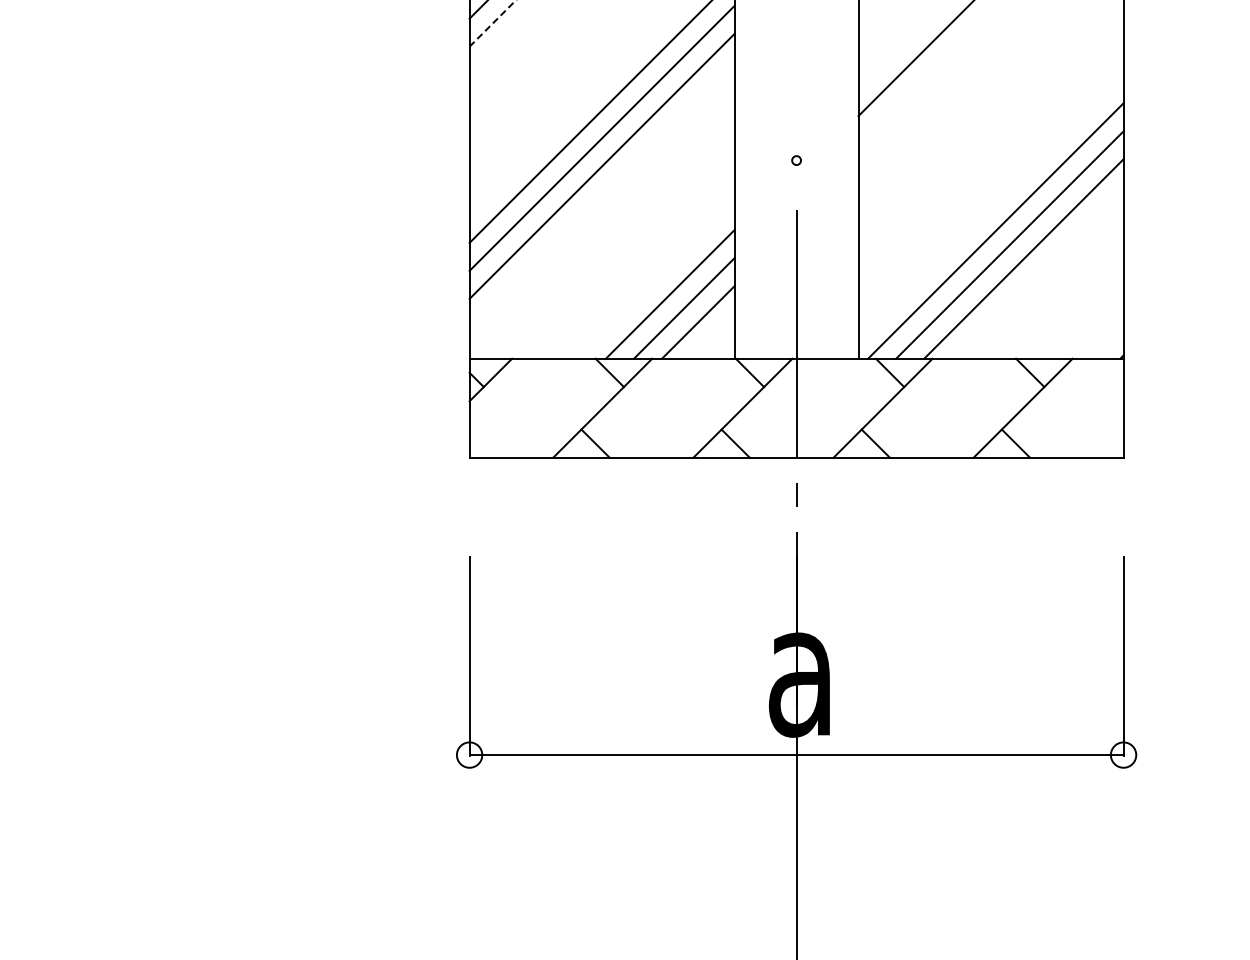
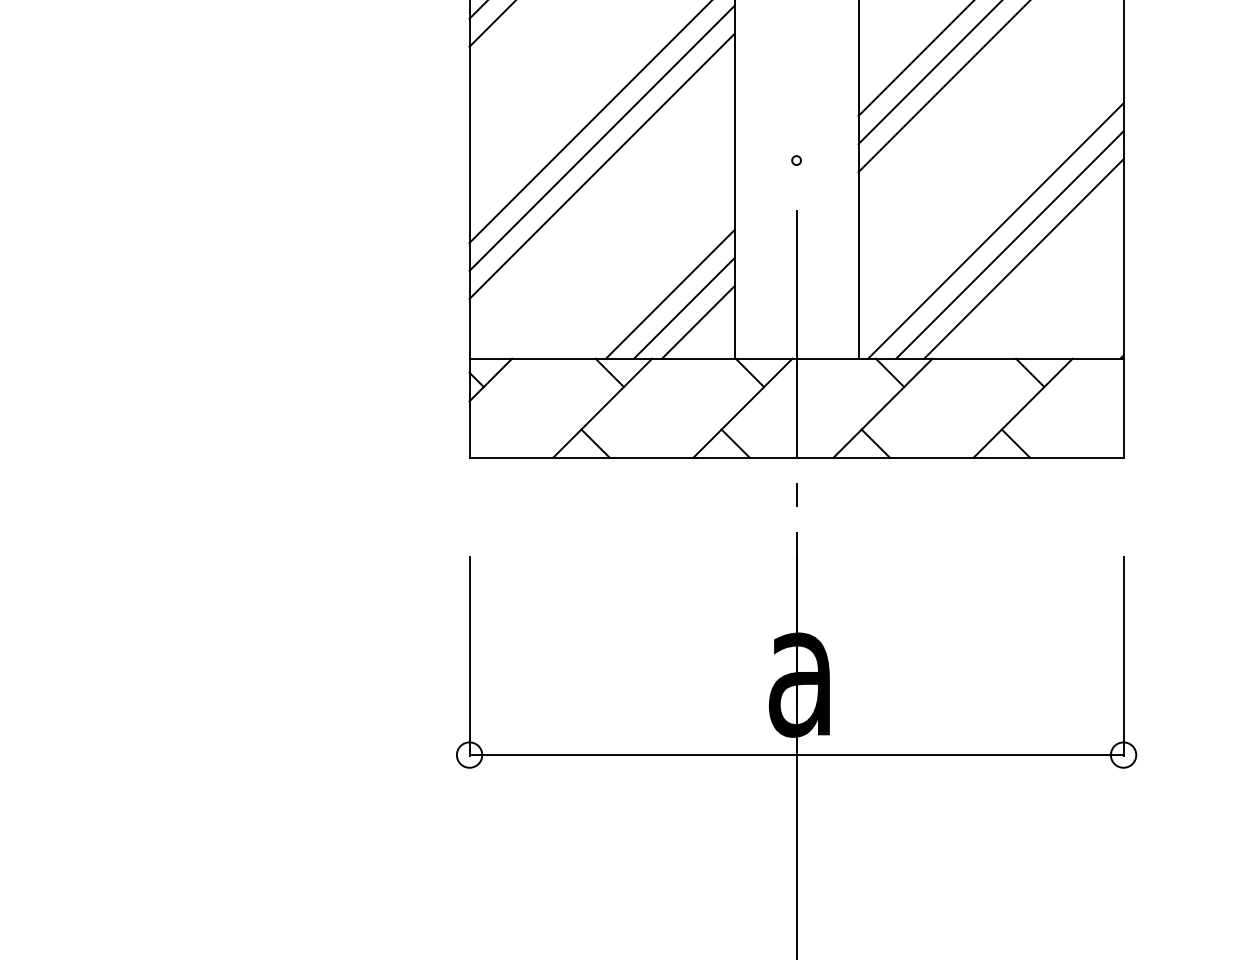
line at (492, 23): dashed -> solid
line at (929, 73): none -> present
line at (943, 87): none -> present
